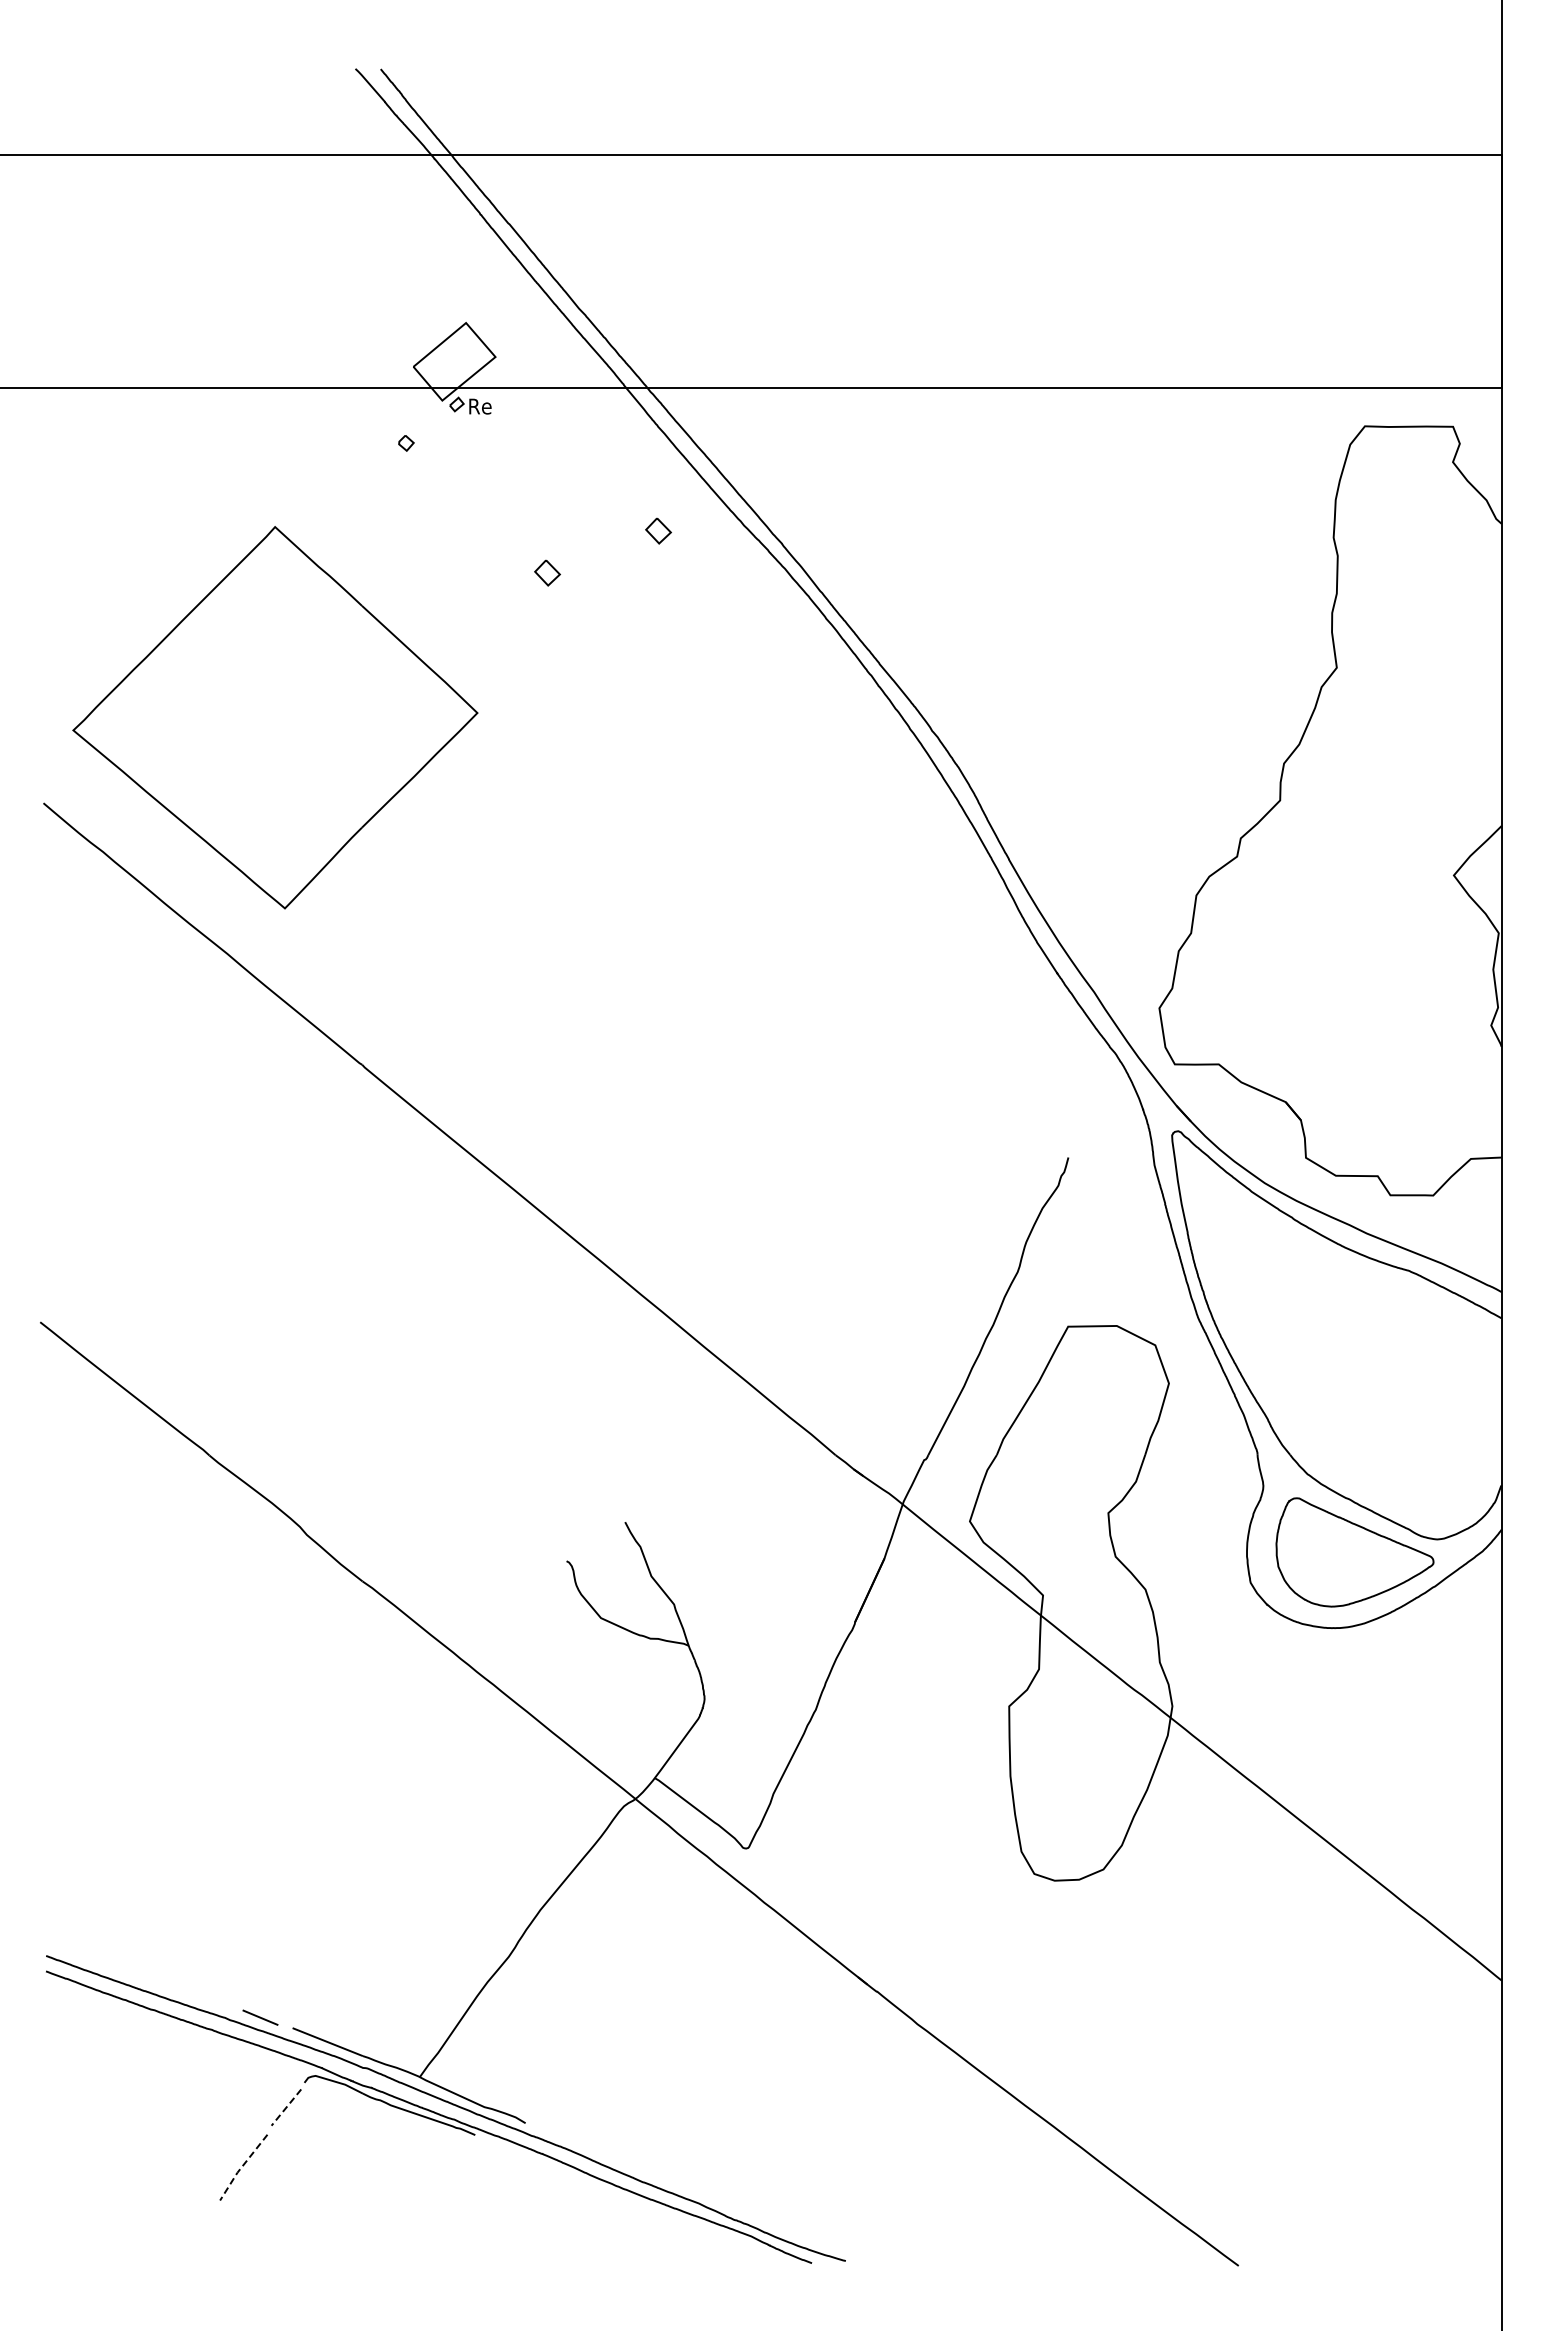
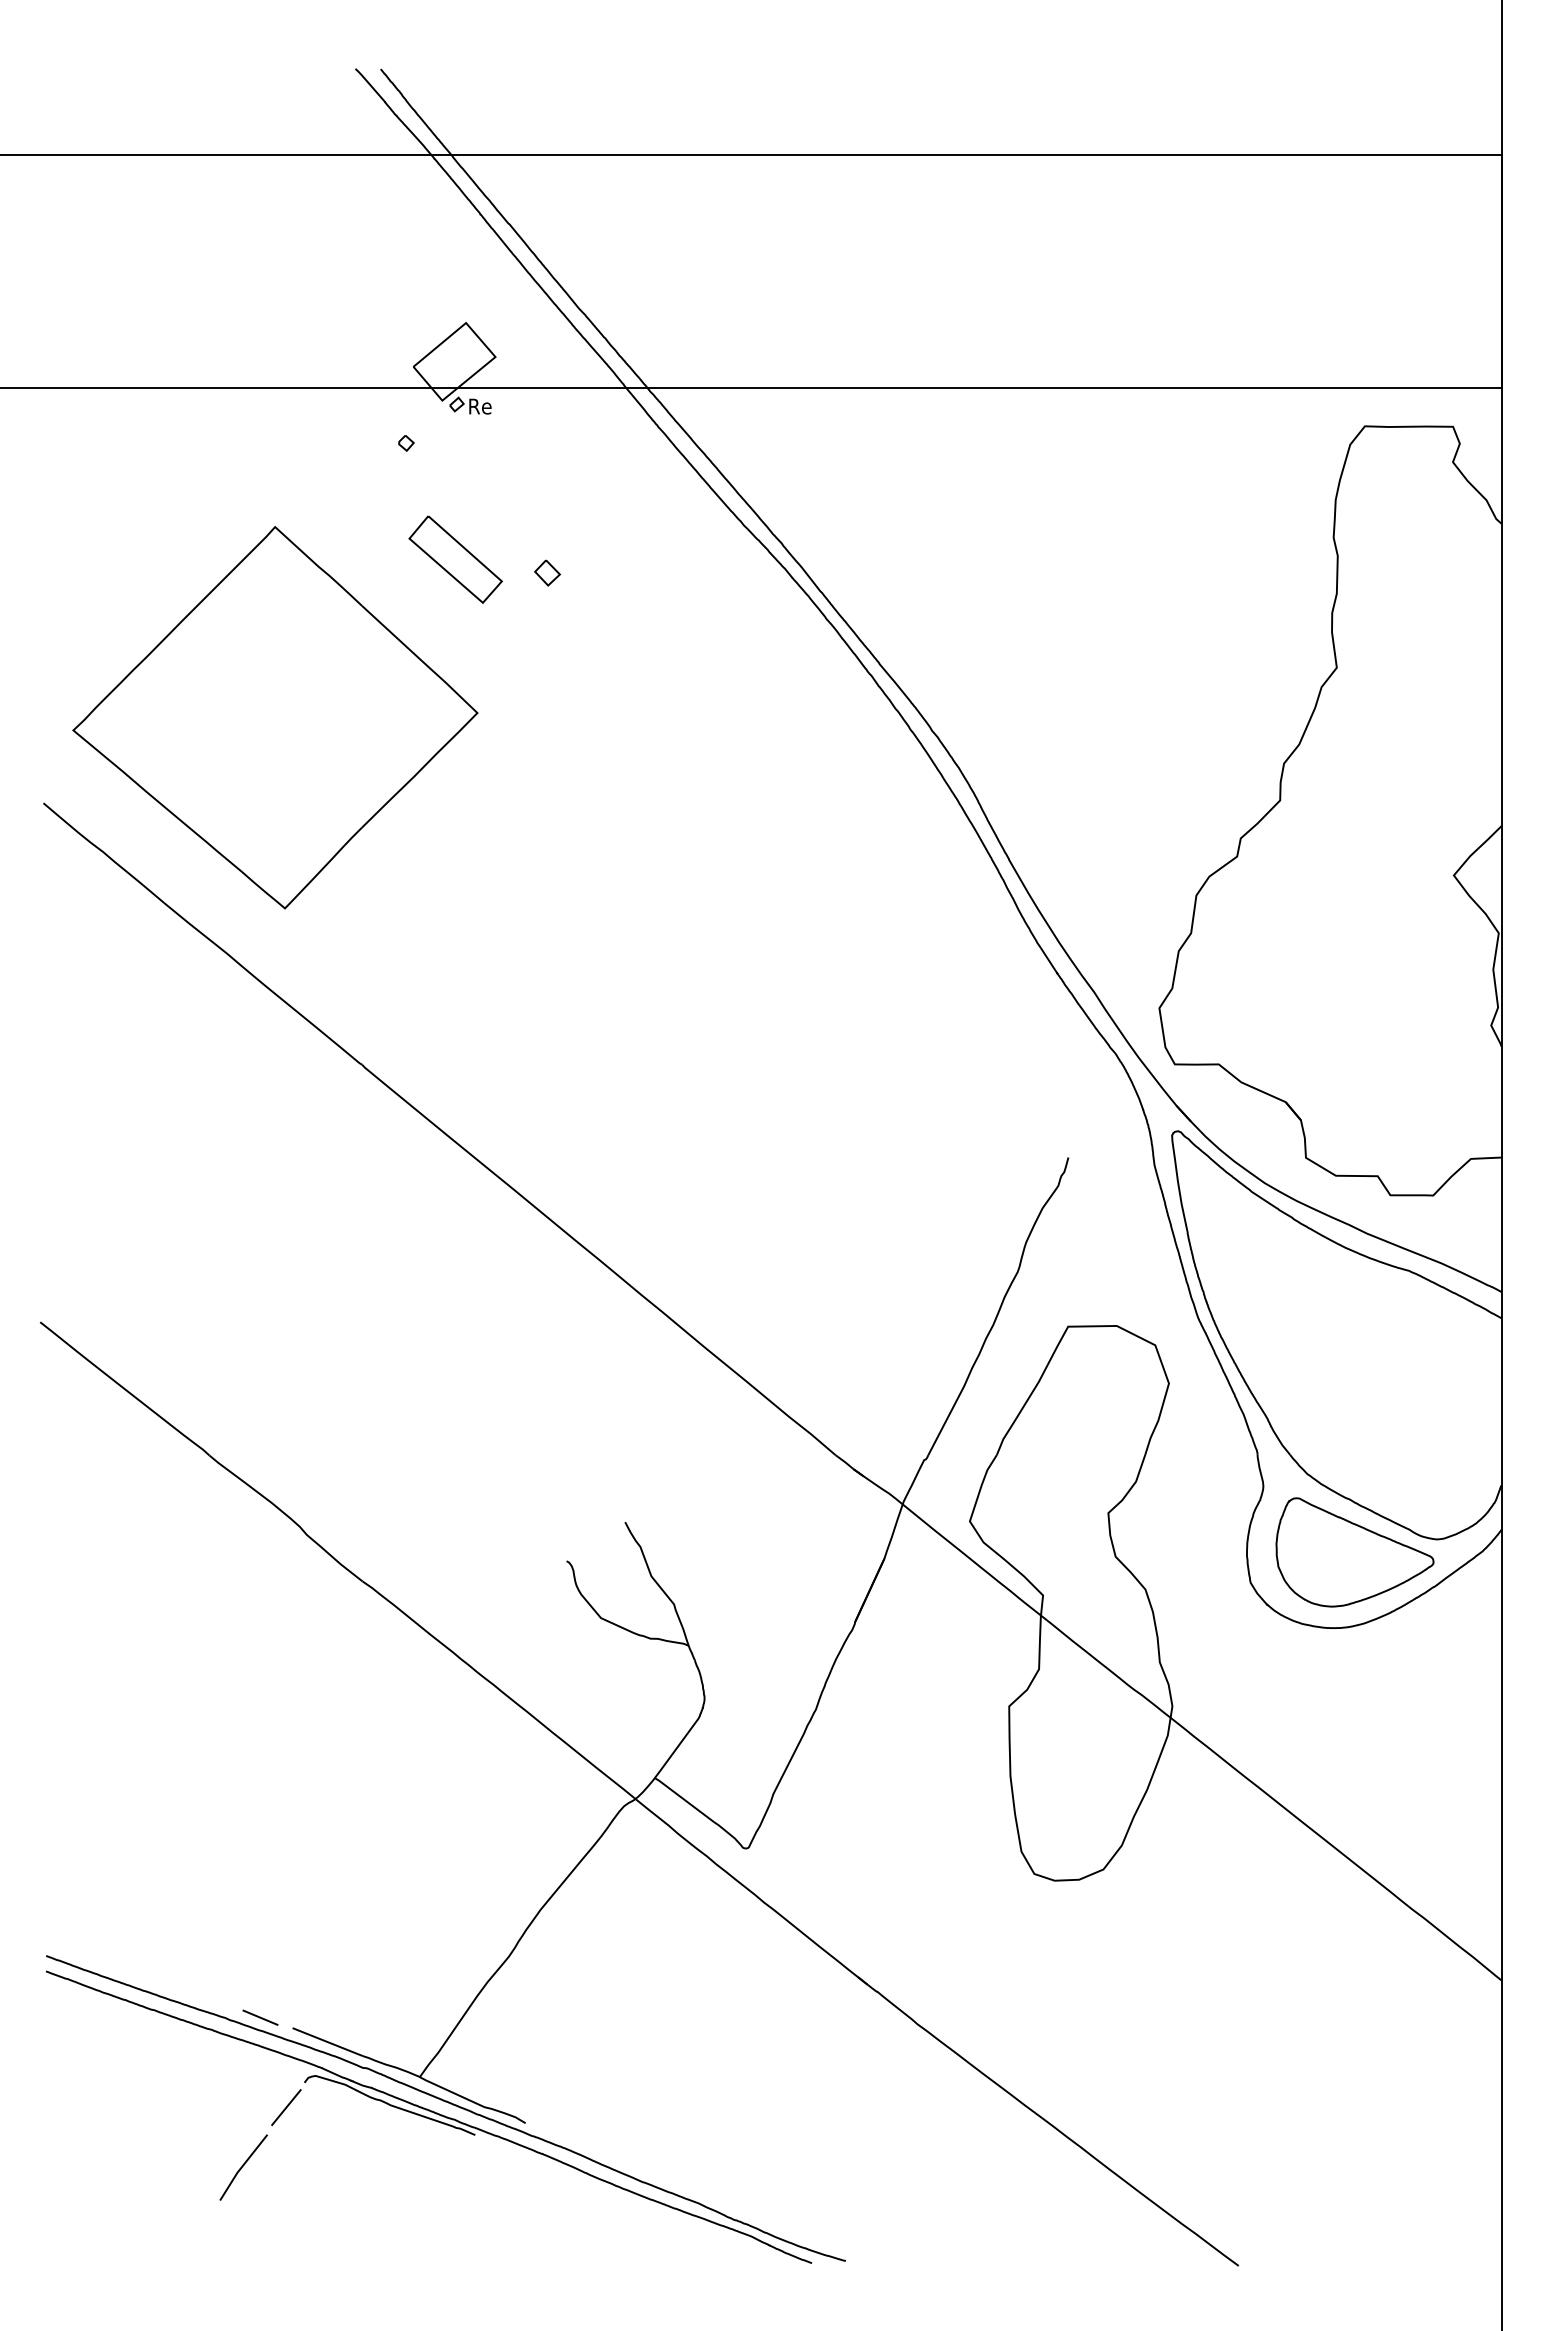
part at (658, 530): present -> none
part at (455, 559): none -> present
line at (286, 2107): dashed -> solid
line at (241, 2167): dashed -> solid
